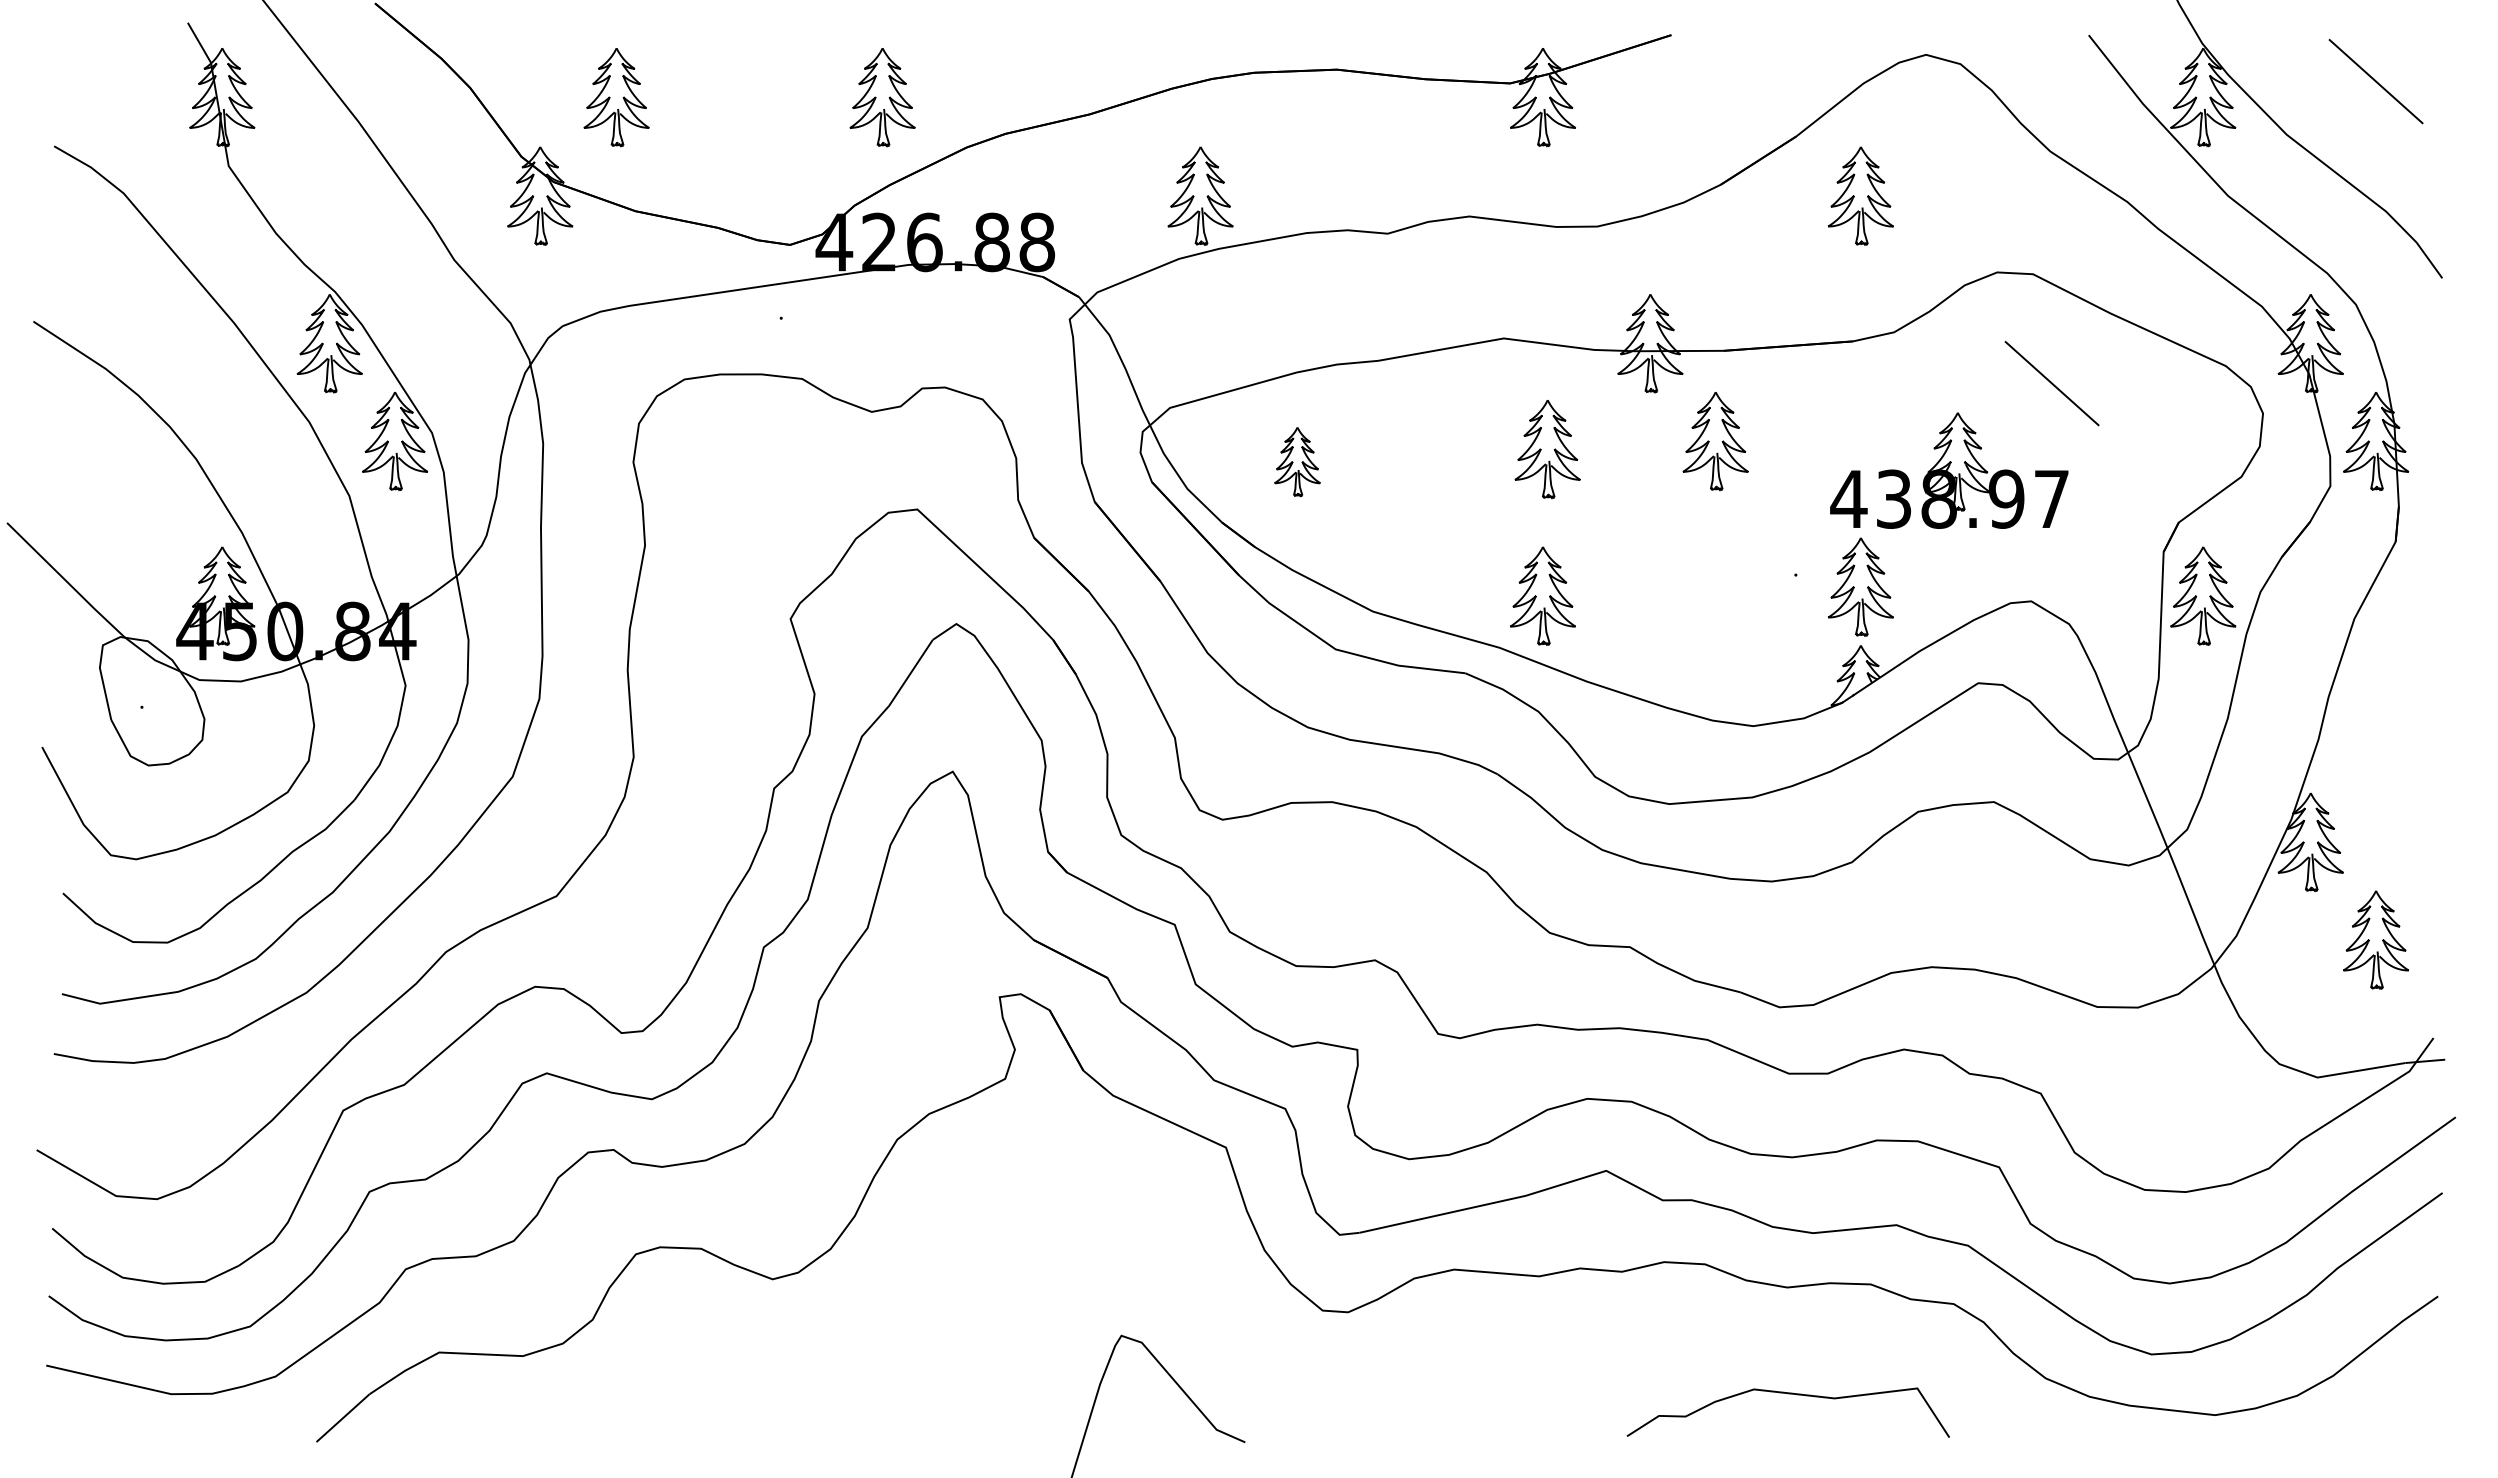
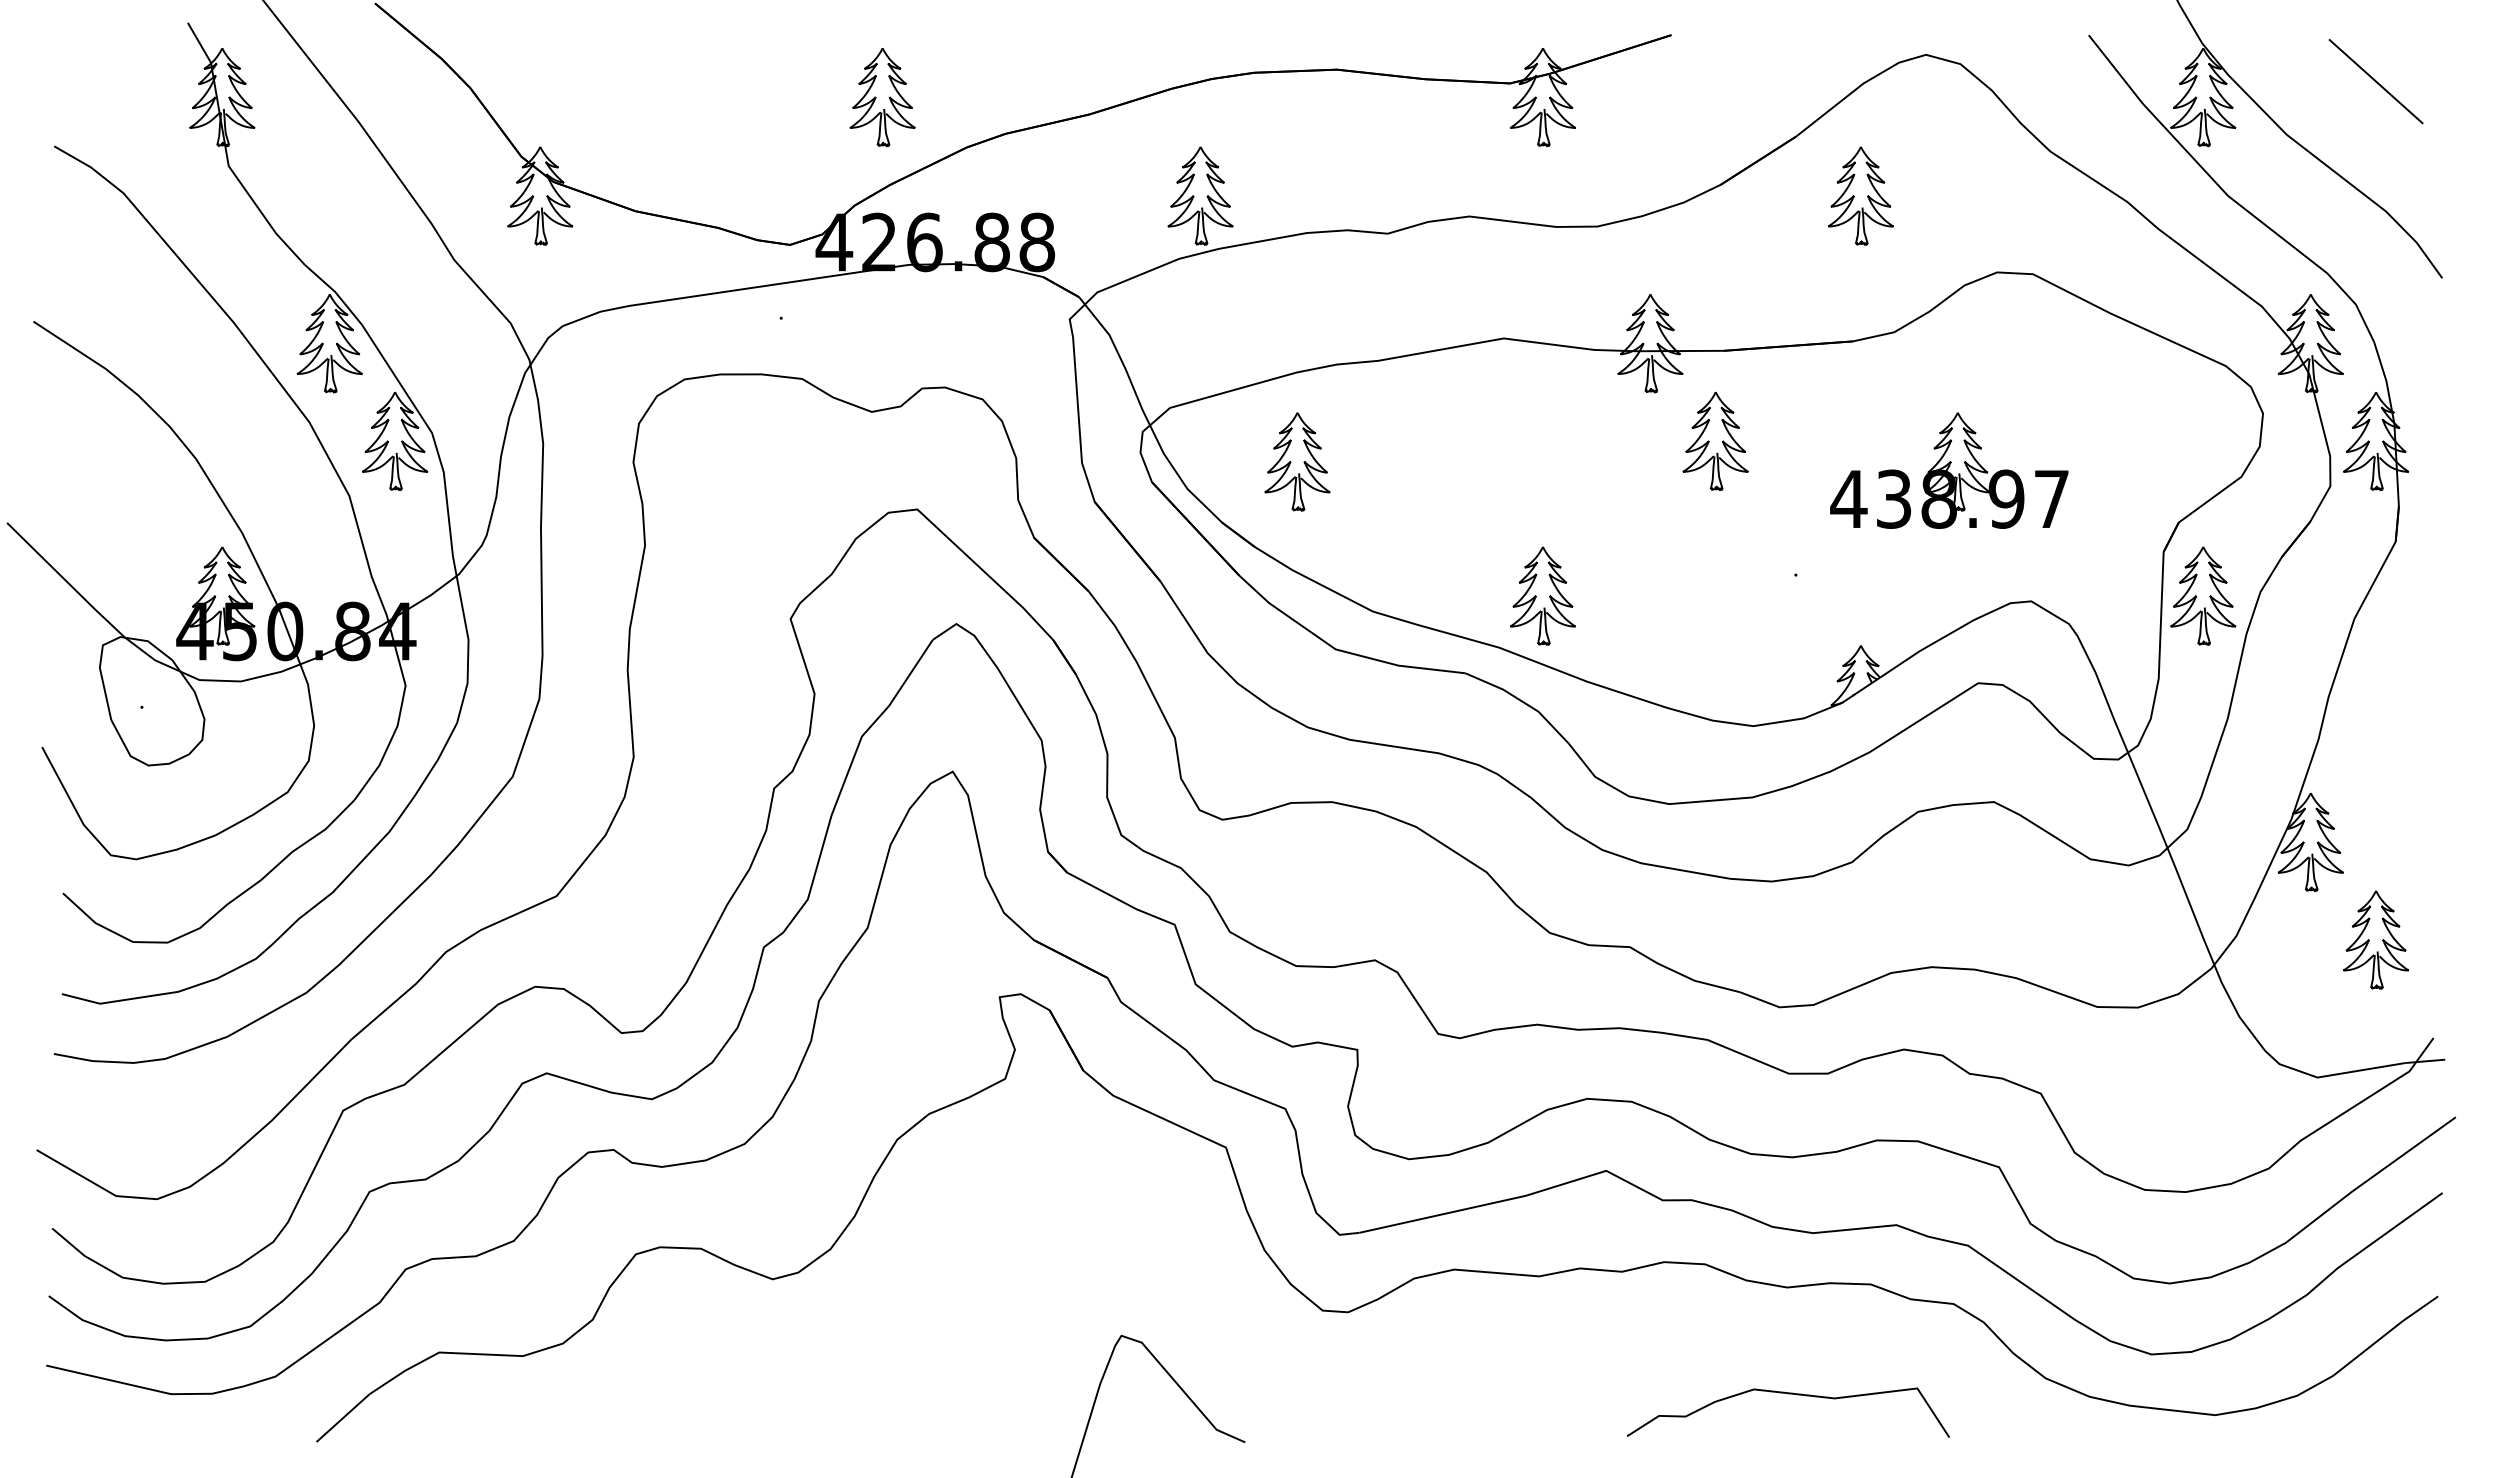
part at (616, 97): present -> none
line at (2051, 383): present -> none
part at (1547, 449): present -> none
part at (1297, 462) size: 47x71 px -> 67x100 px
part at (1860, 586): present -> none
